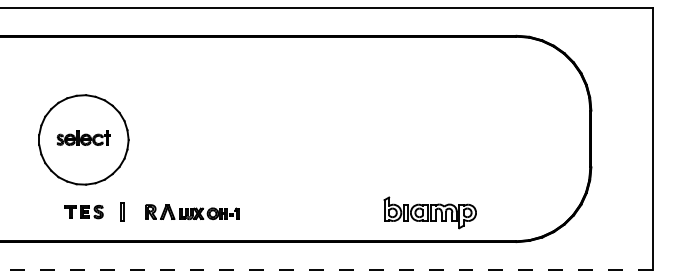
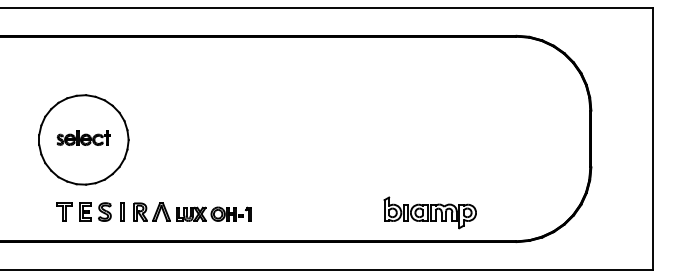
part at (83, 211) size: 40x16 px -> 56x20 px
part at (192, 212) size: 95x17 px -> 119x20 px
line at (326, 269): dashed -> solid
